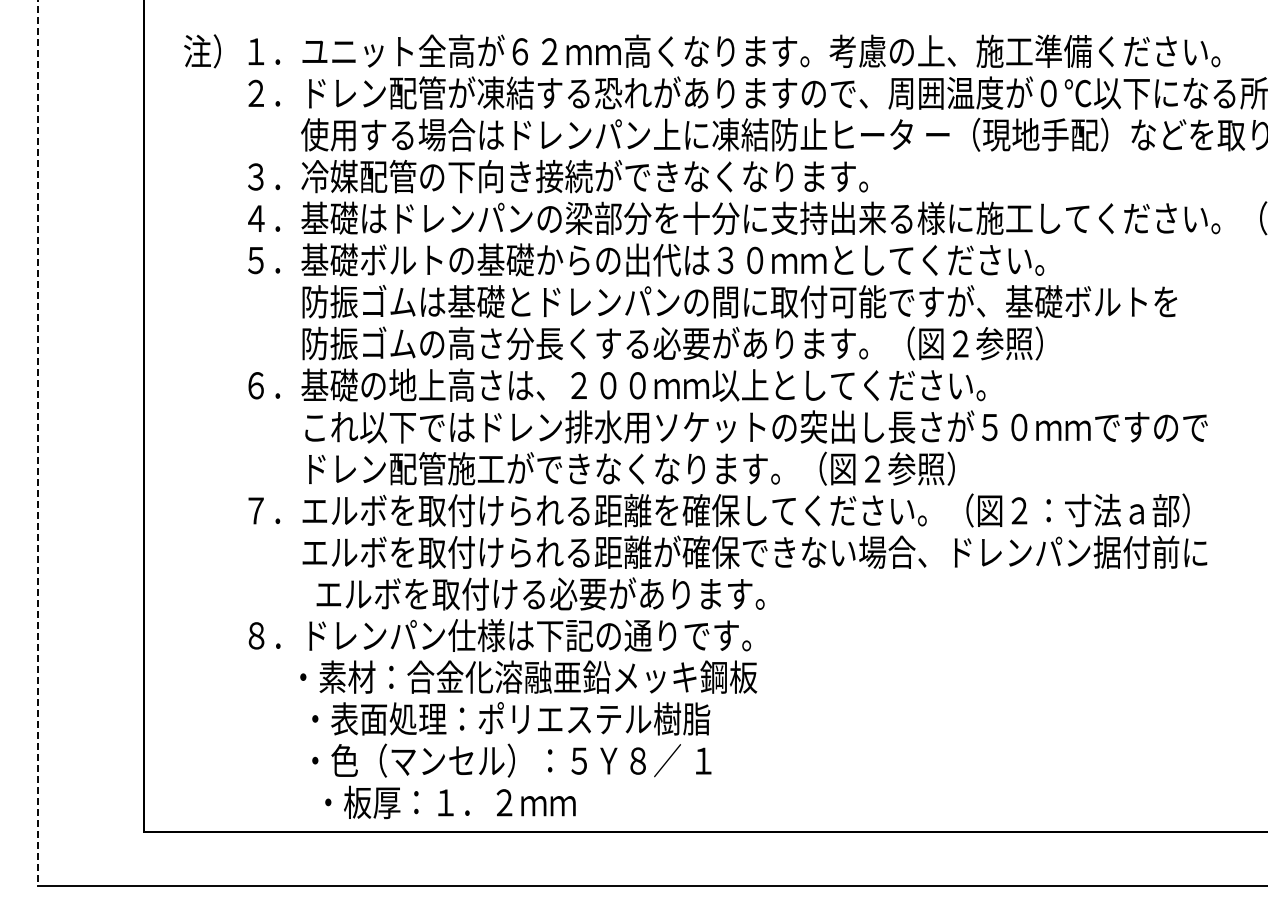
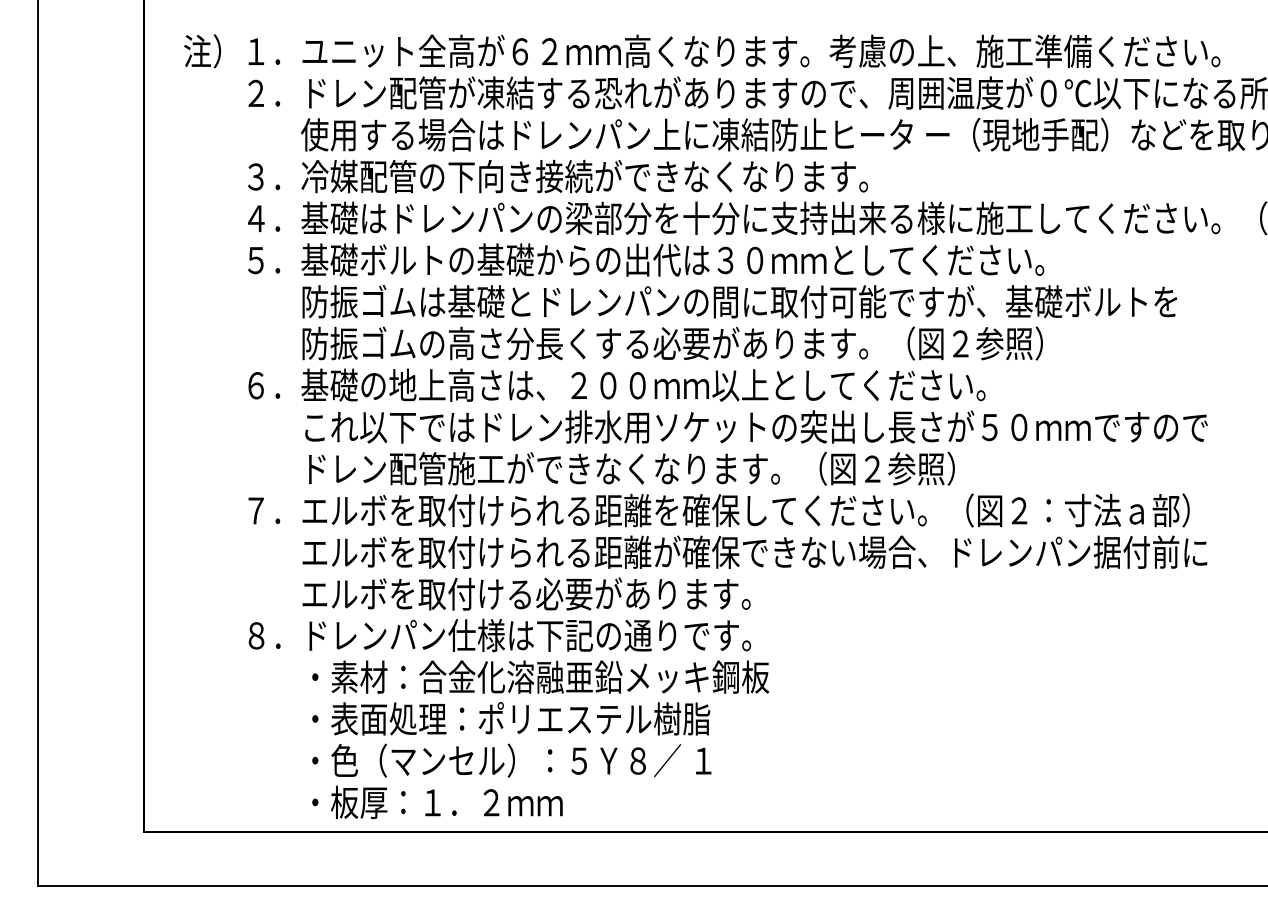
line at (38, 443): dashed -> solid
text at (540, 593) position: (540, 593) -> (526, 593)
text at (528, 676) position: (528, 676) -> (540, 676)
text at (450, 801) position: (450, 801) -> (437, 801)
